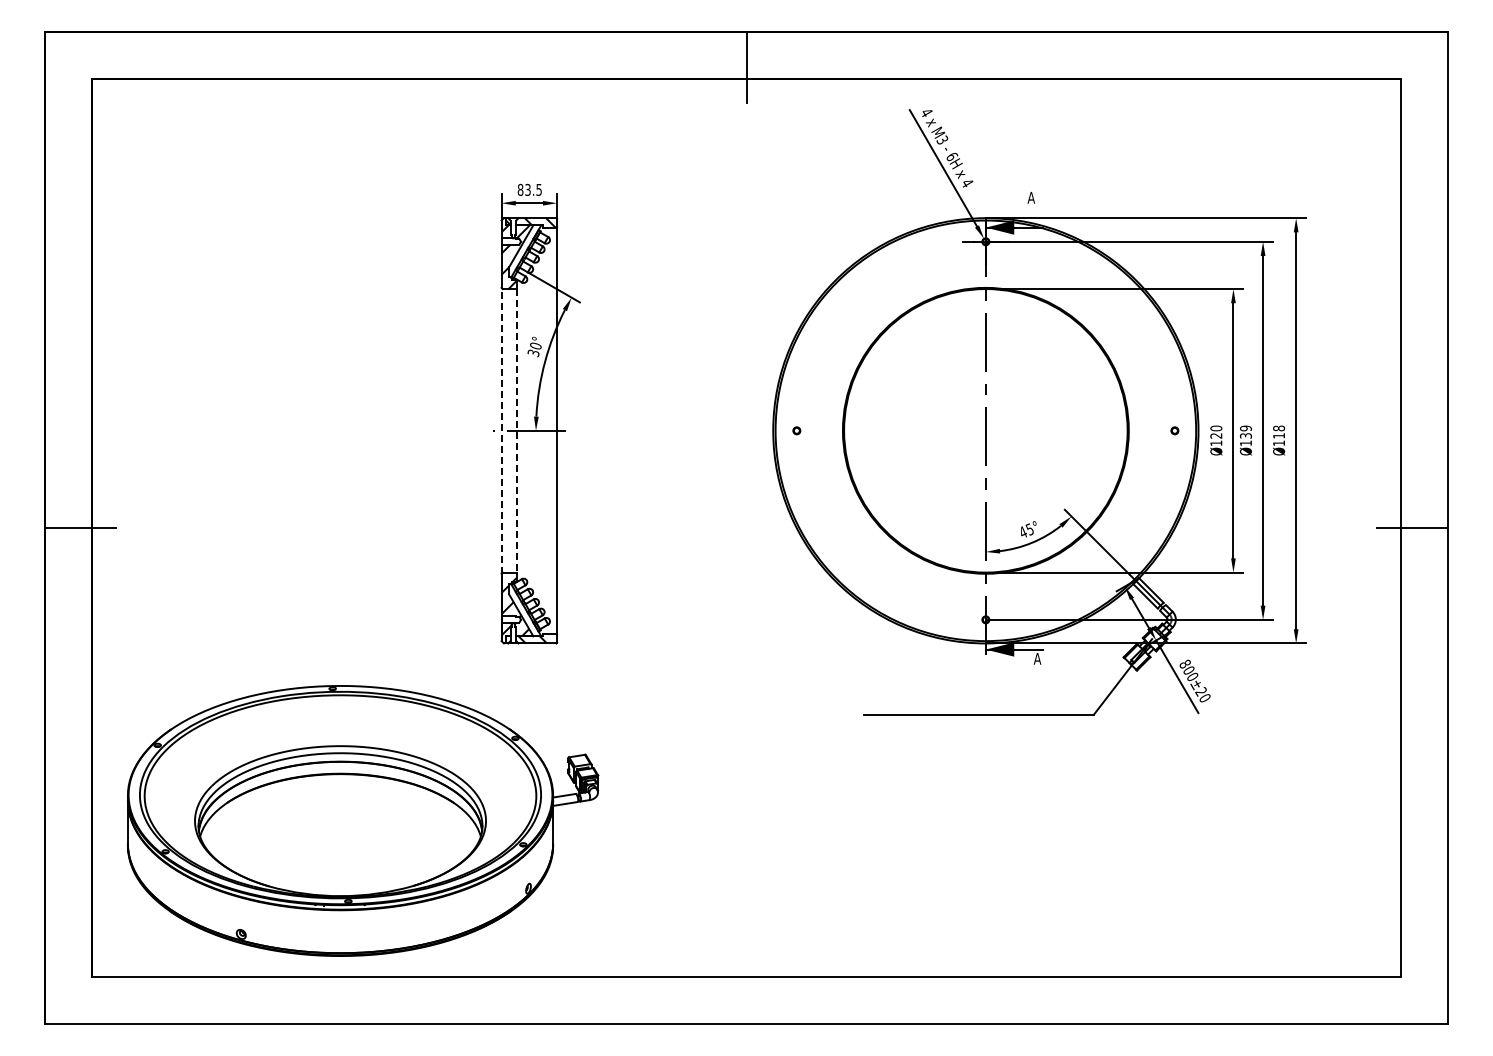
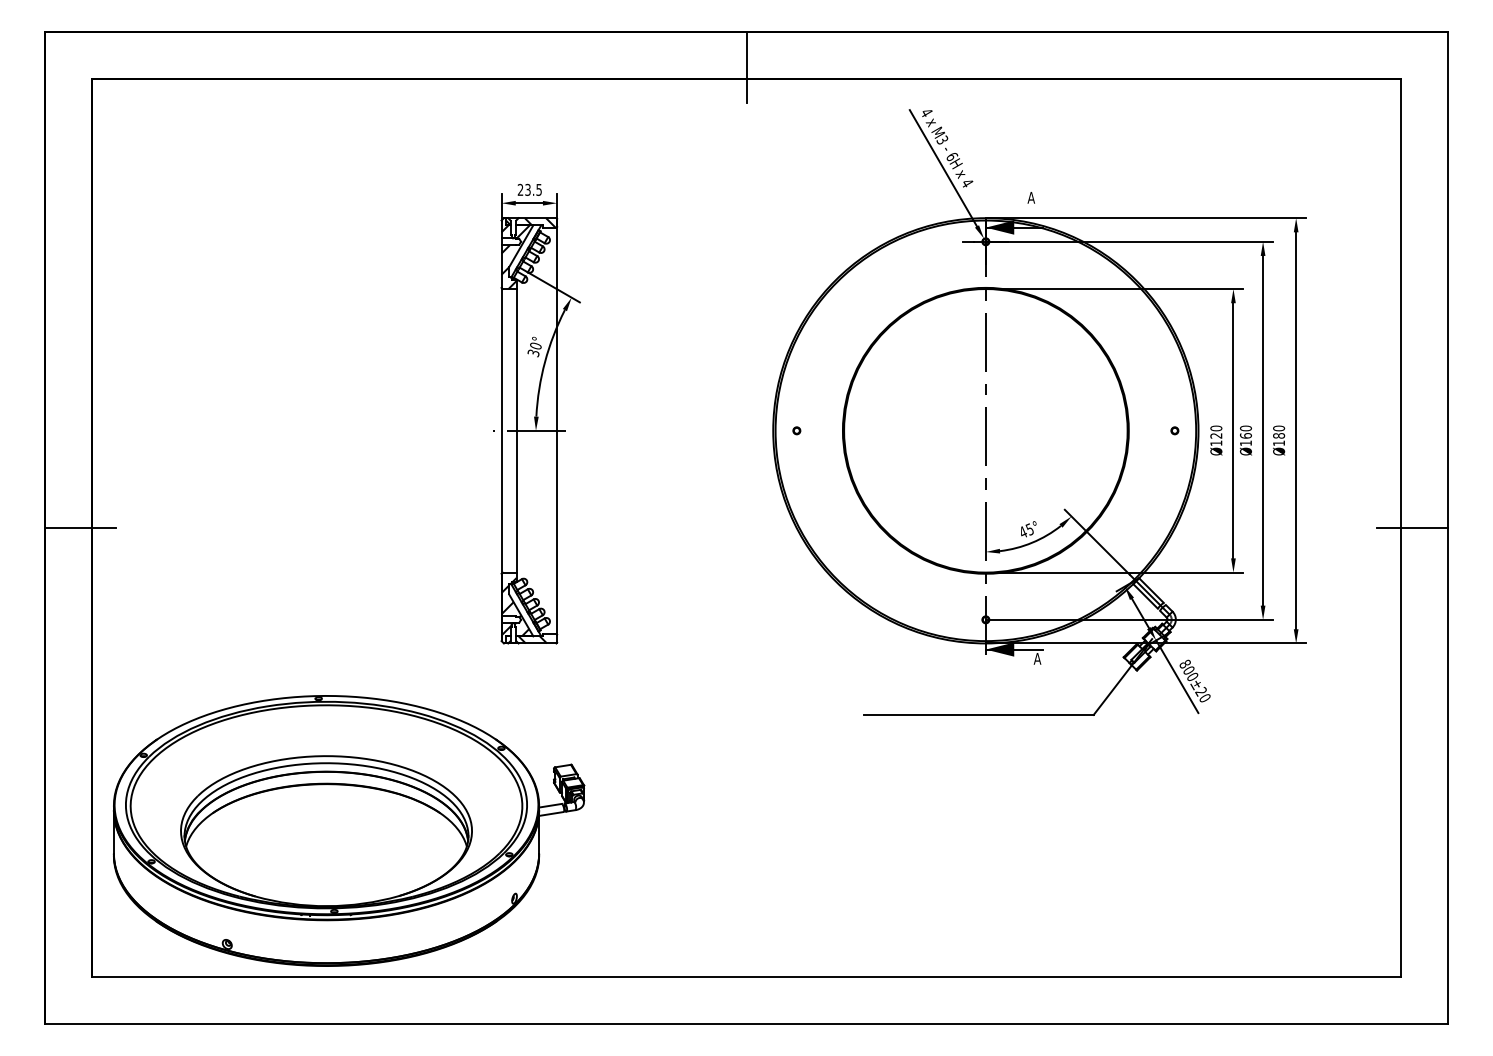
text at (520, 189): 83.5 -> 23.5
line at (501, 430): dashed -> solid
line at (516, 430): dashed -> solid
text at (1245, 431): Ø139 -> Ø160
text at (1279, 431): Ø118 -> Ø180
part at (363, 820) position: (363, 820) -> (349, 830)
